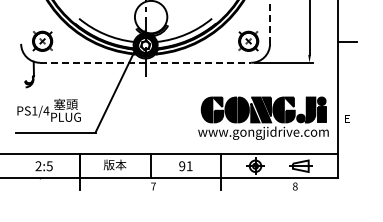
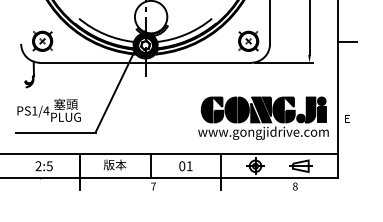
line at (270, 21): dashed -> solid
line at (145, 62): dashed -> solid
text at (182, 166): 91 -> 01
